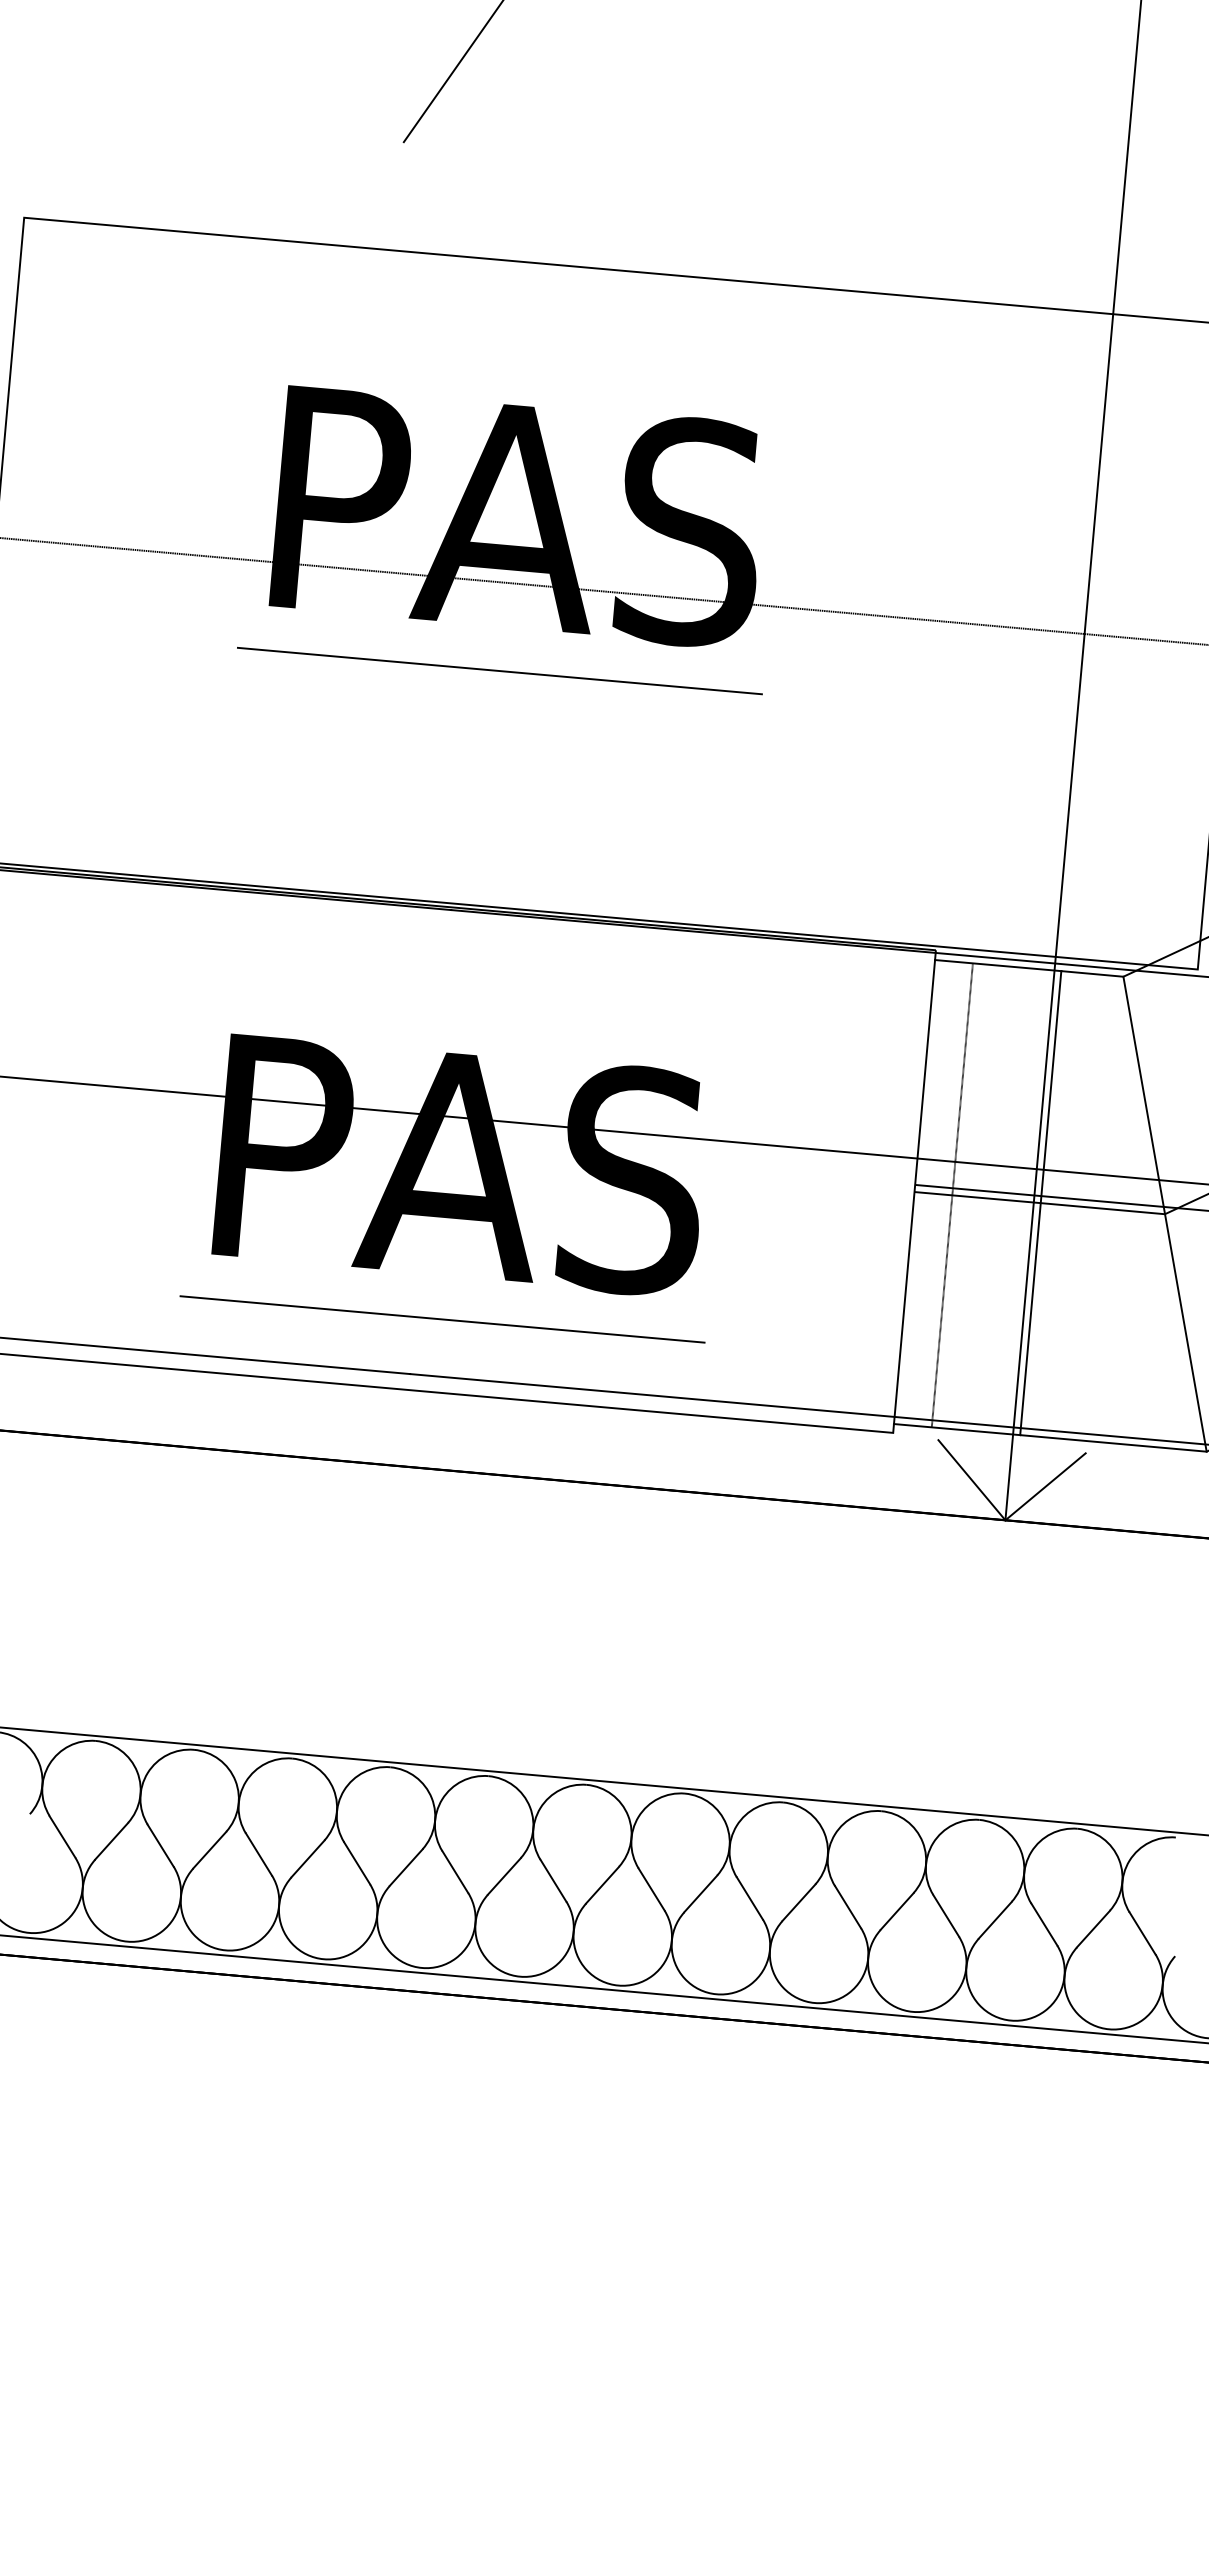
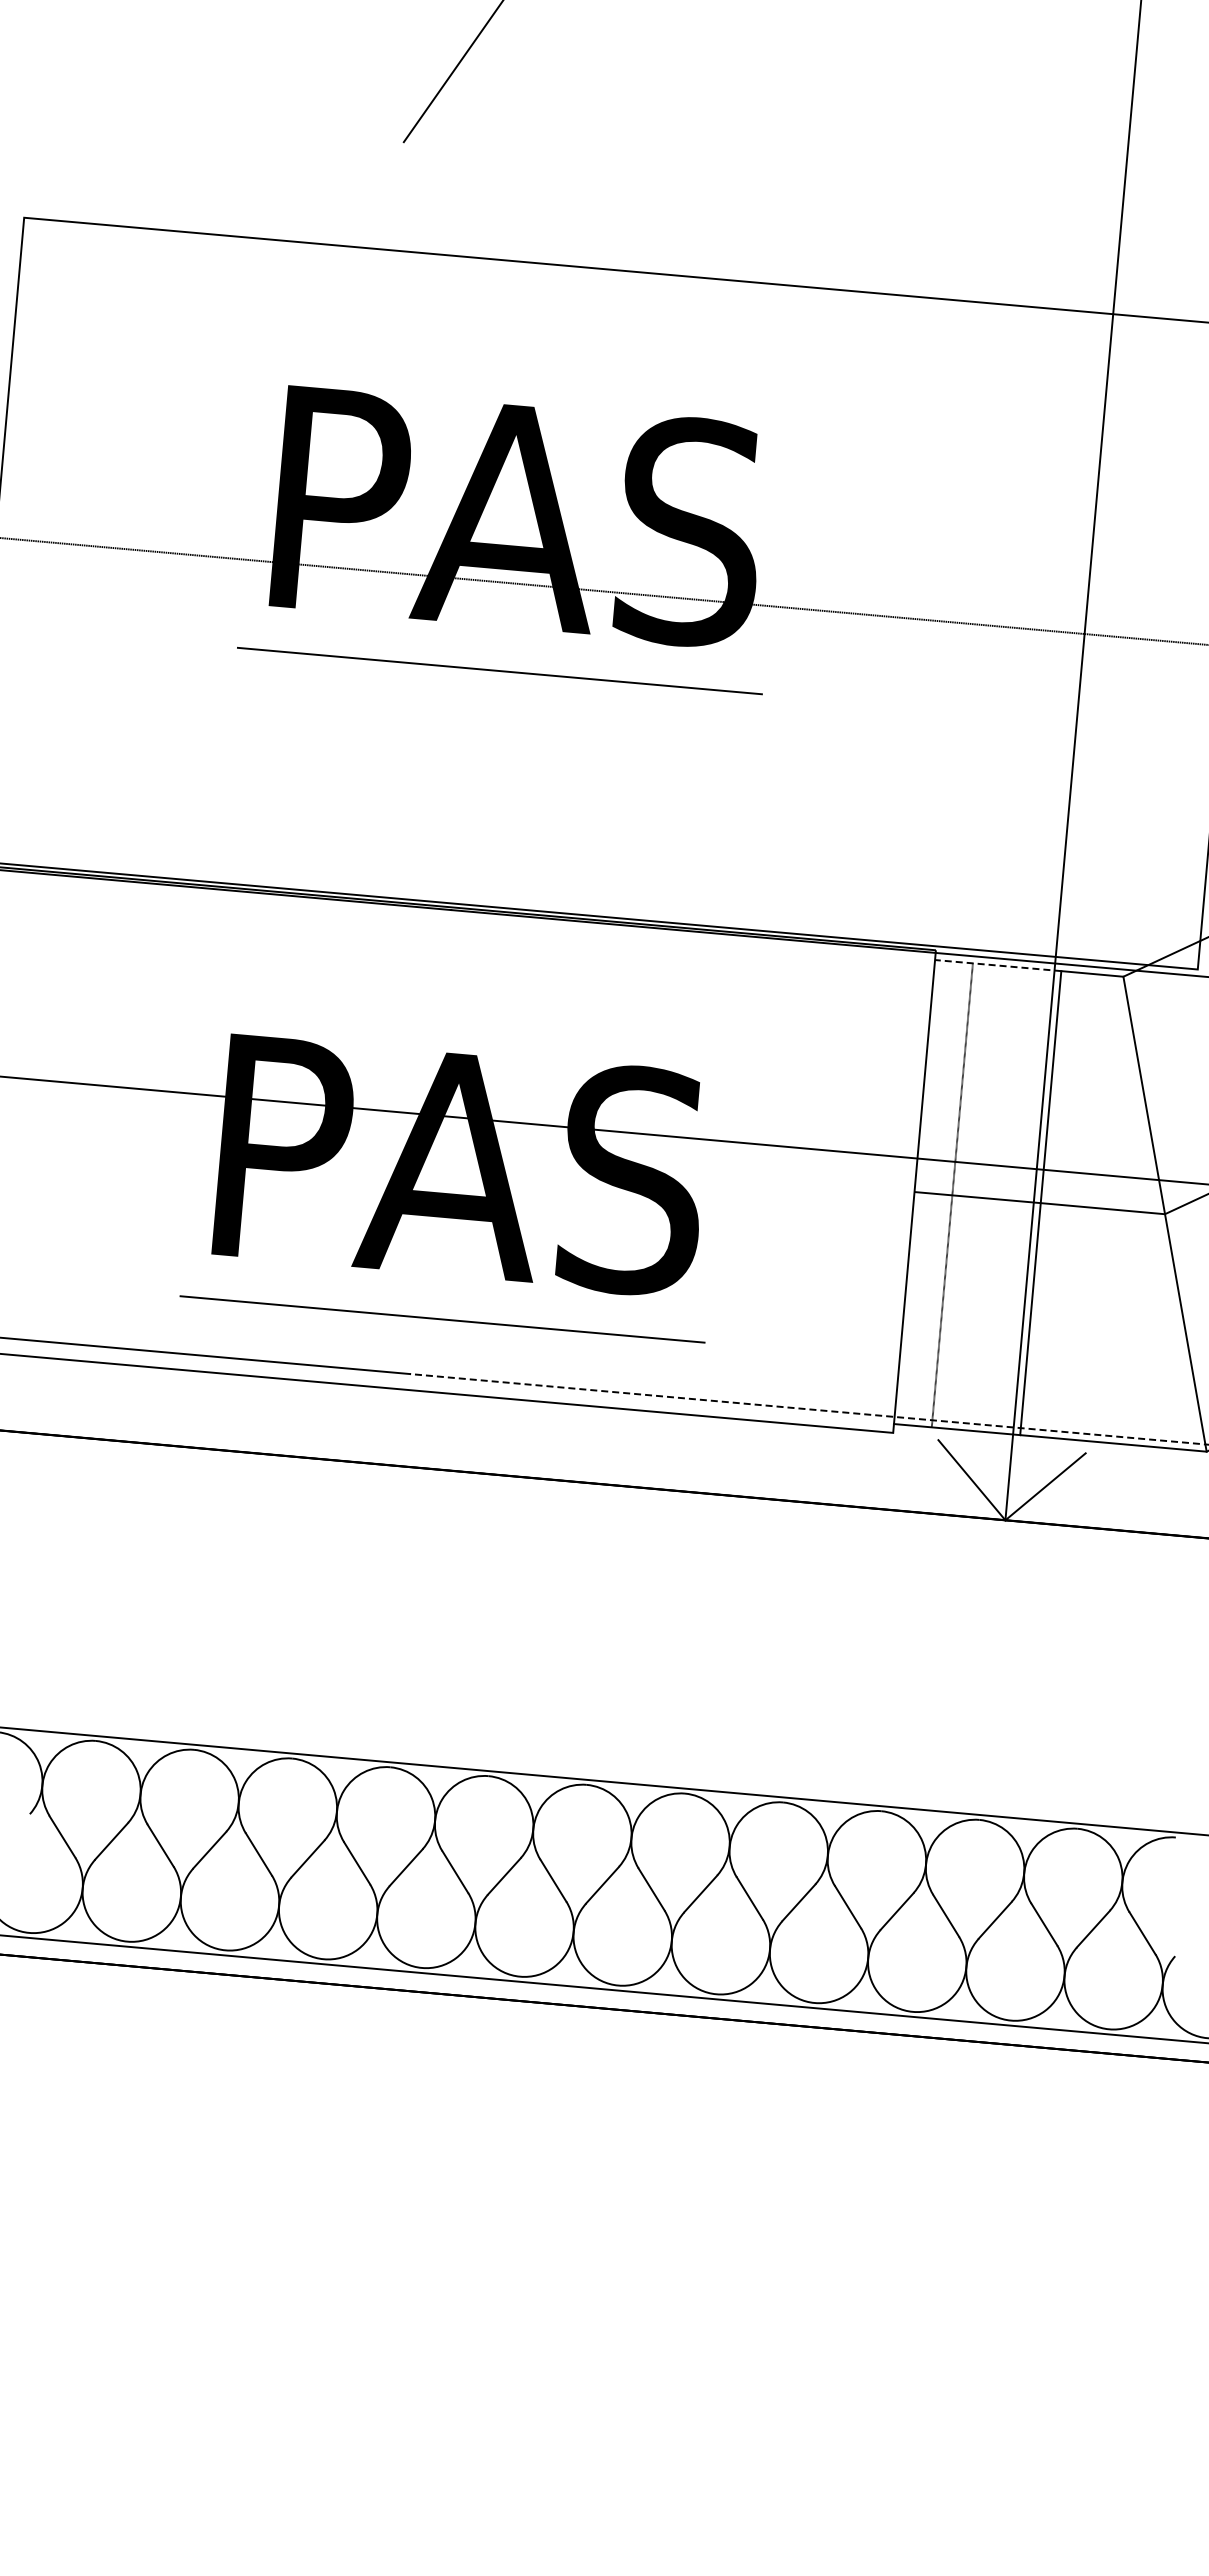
line at (997, 965): solid -> dashed
line at (1060, 1197): present -> none
line at (809, 1409): solid -> dashed
